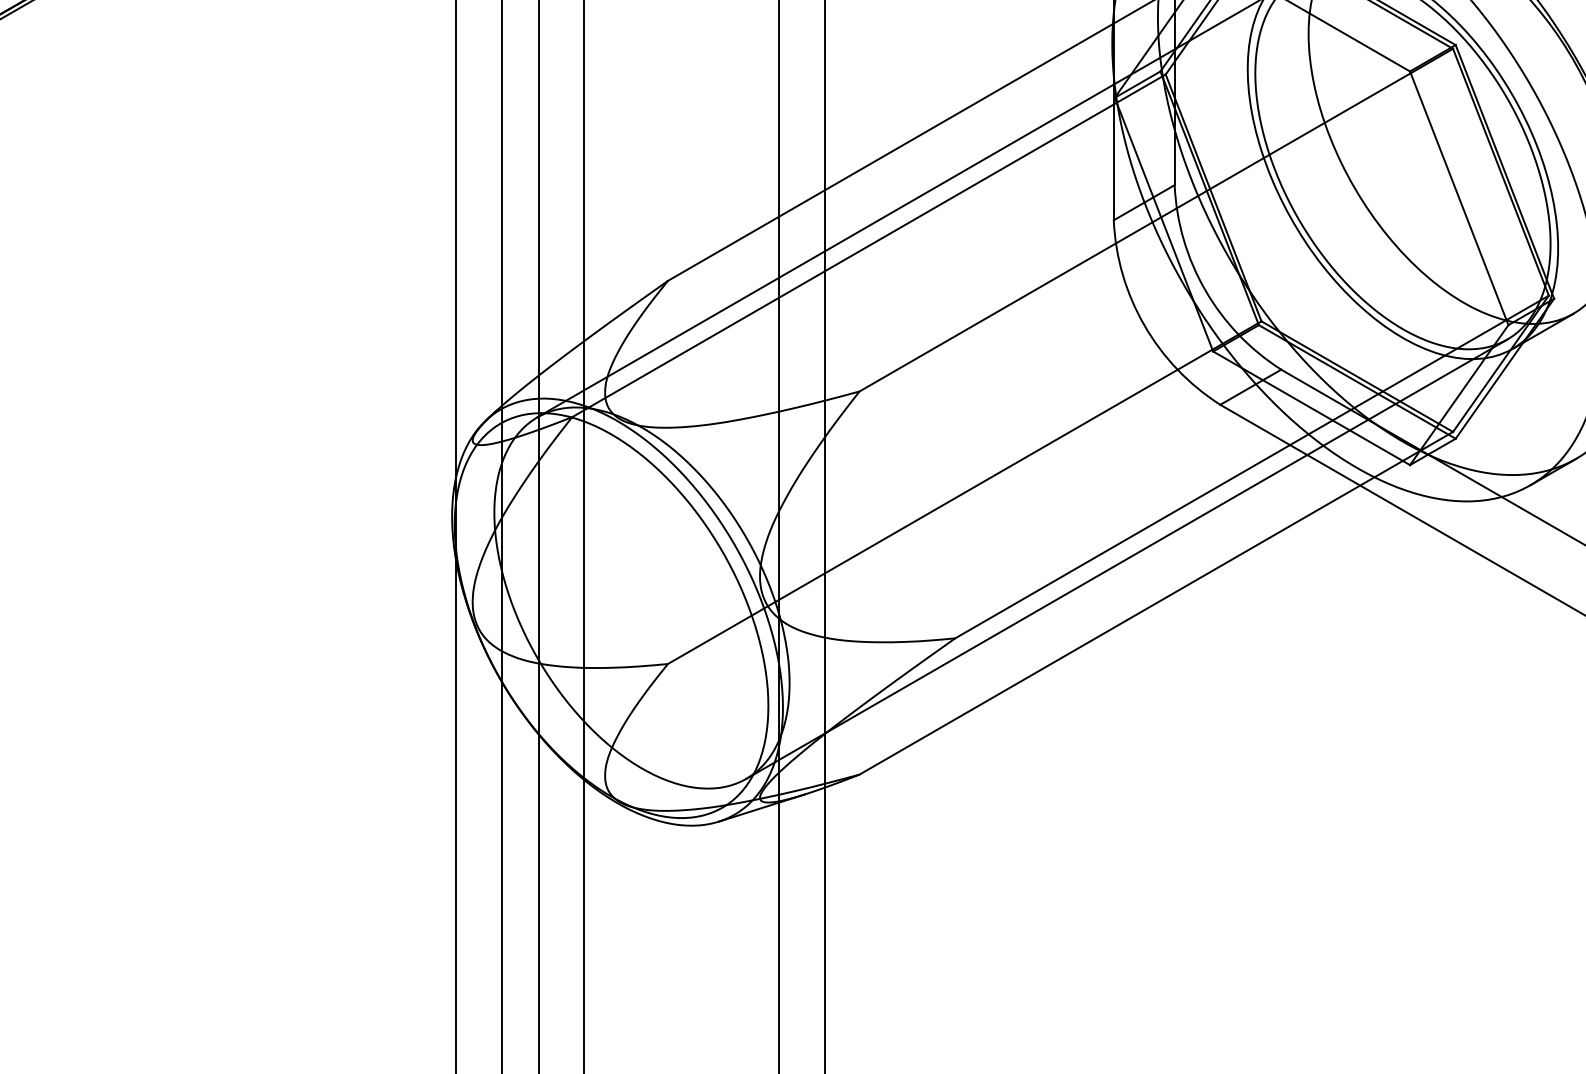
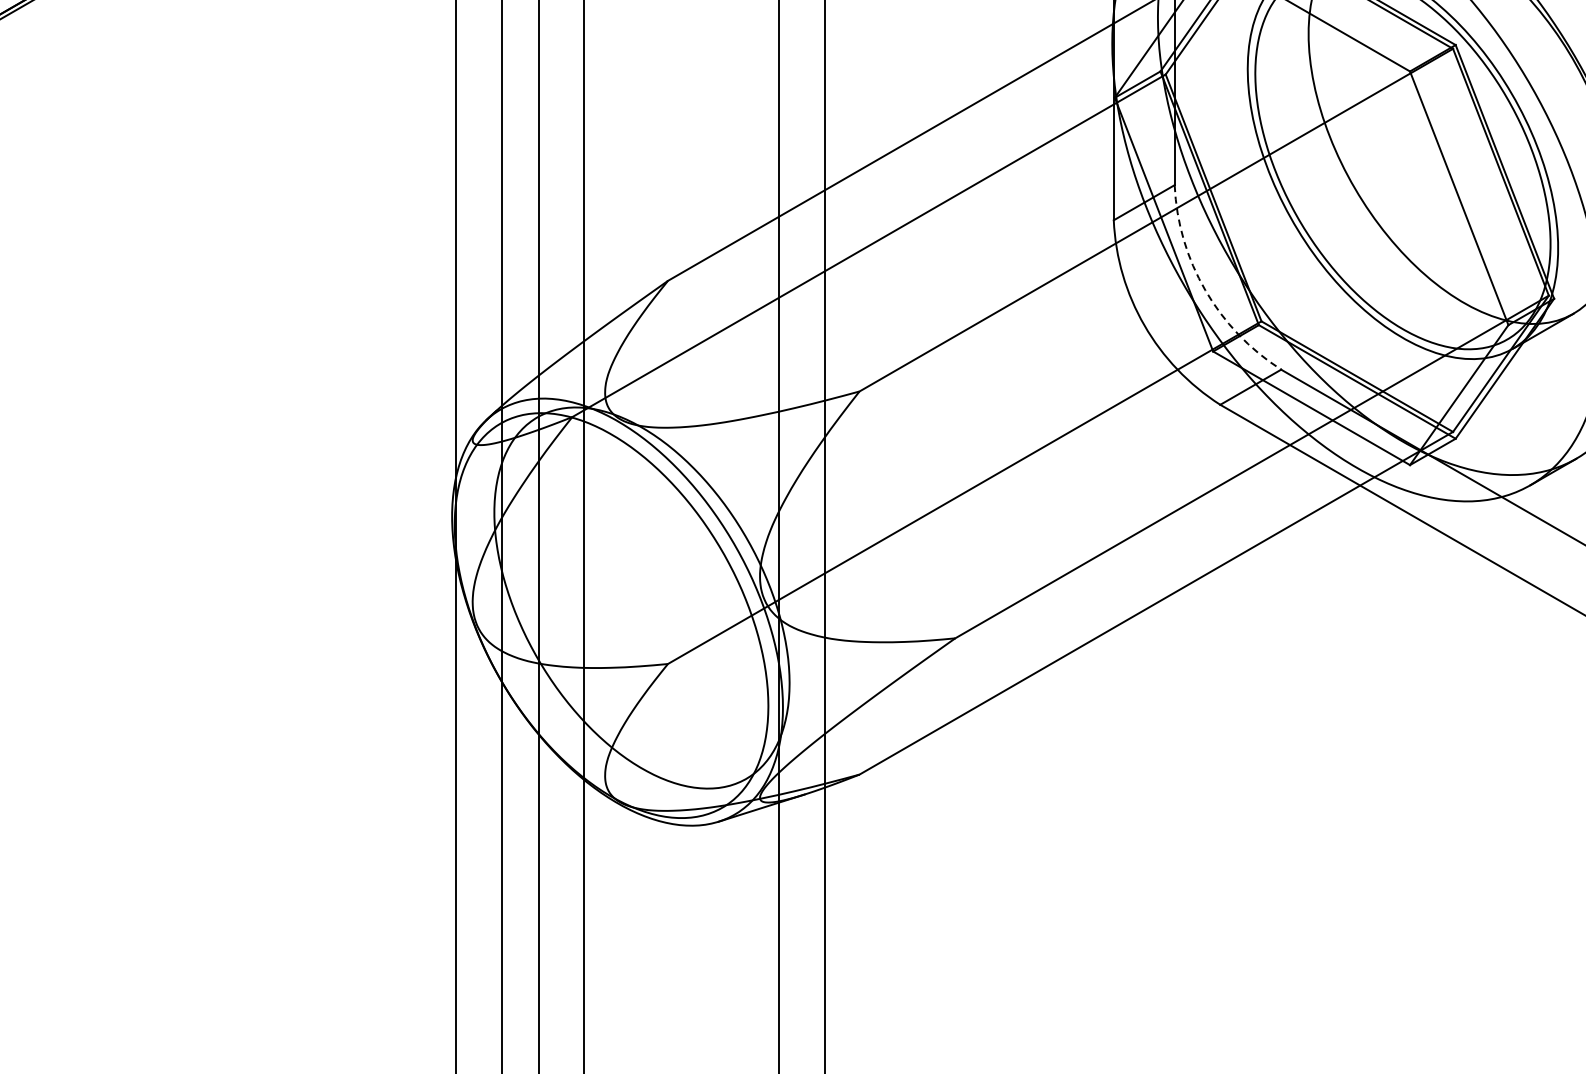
line at (896, 209): present -> none
arc at (1205, 290): solid -> dashed
line at (1126, 558): present -> none
